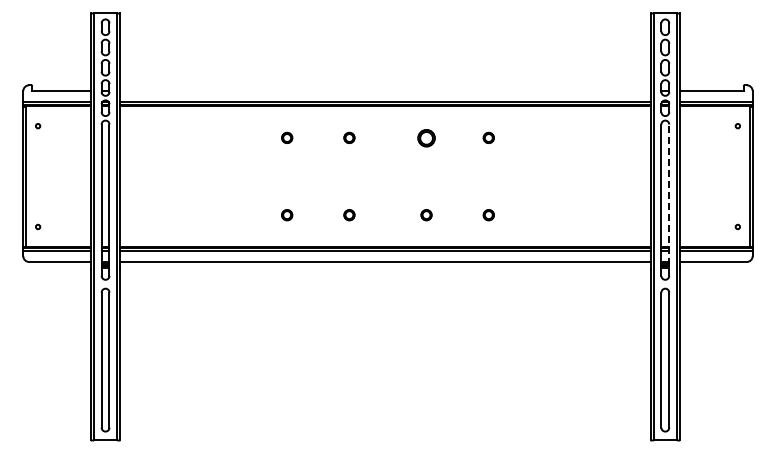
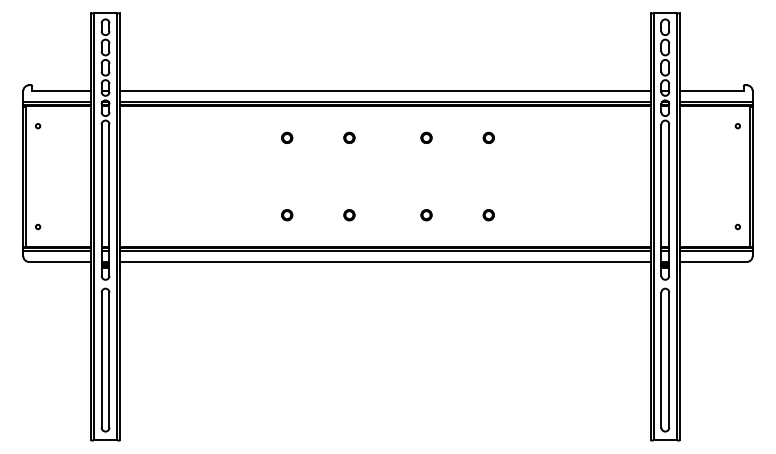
line at (385, 91): none -> present
part at (426, 138) size: 19x19 px -> 13x13 px
line at (669, 200): dashed -> solid
